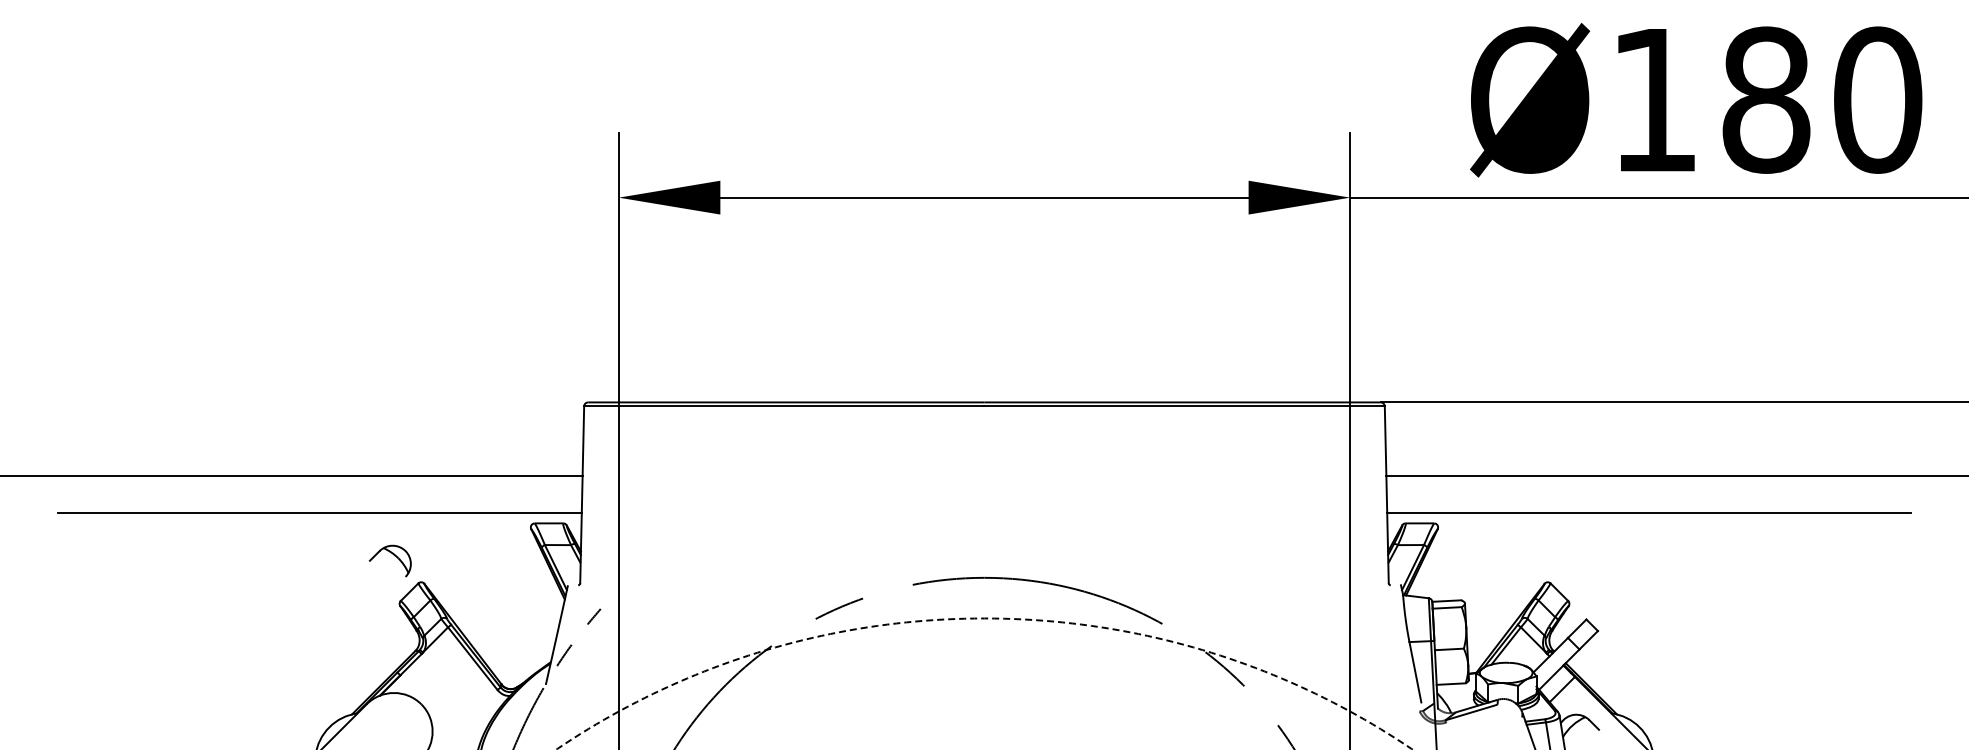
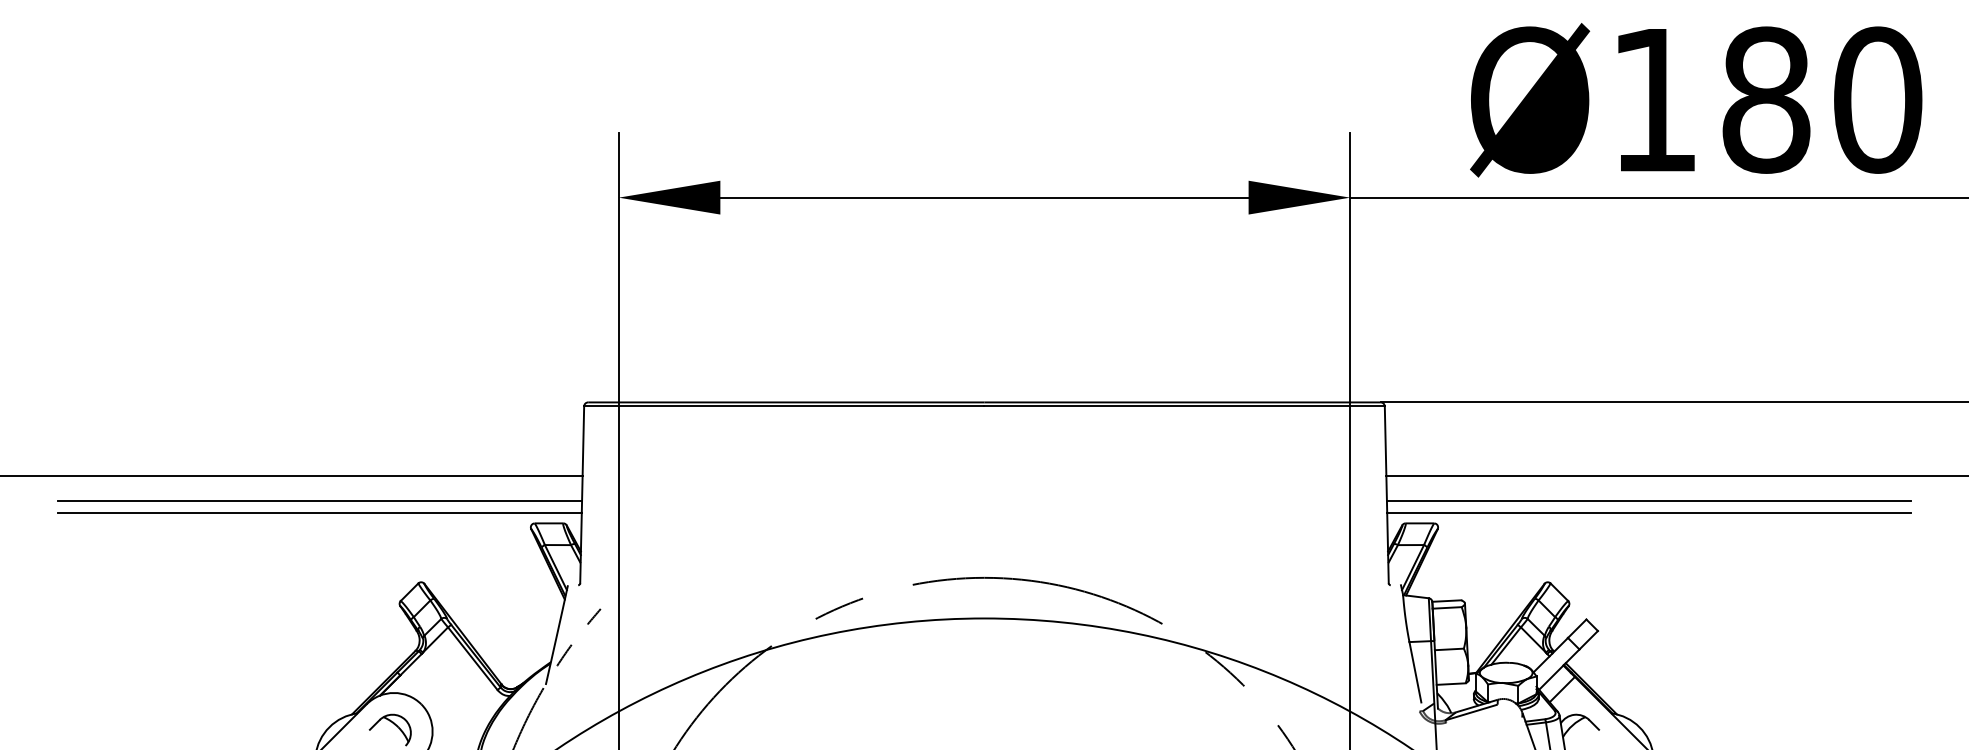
line at (320, 500): none -> present
line at (1648, 500): none -> present
part at (393, 555) position: (393, 555) -> (393, 724)
circle at (984, 683): dashed -> solid
